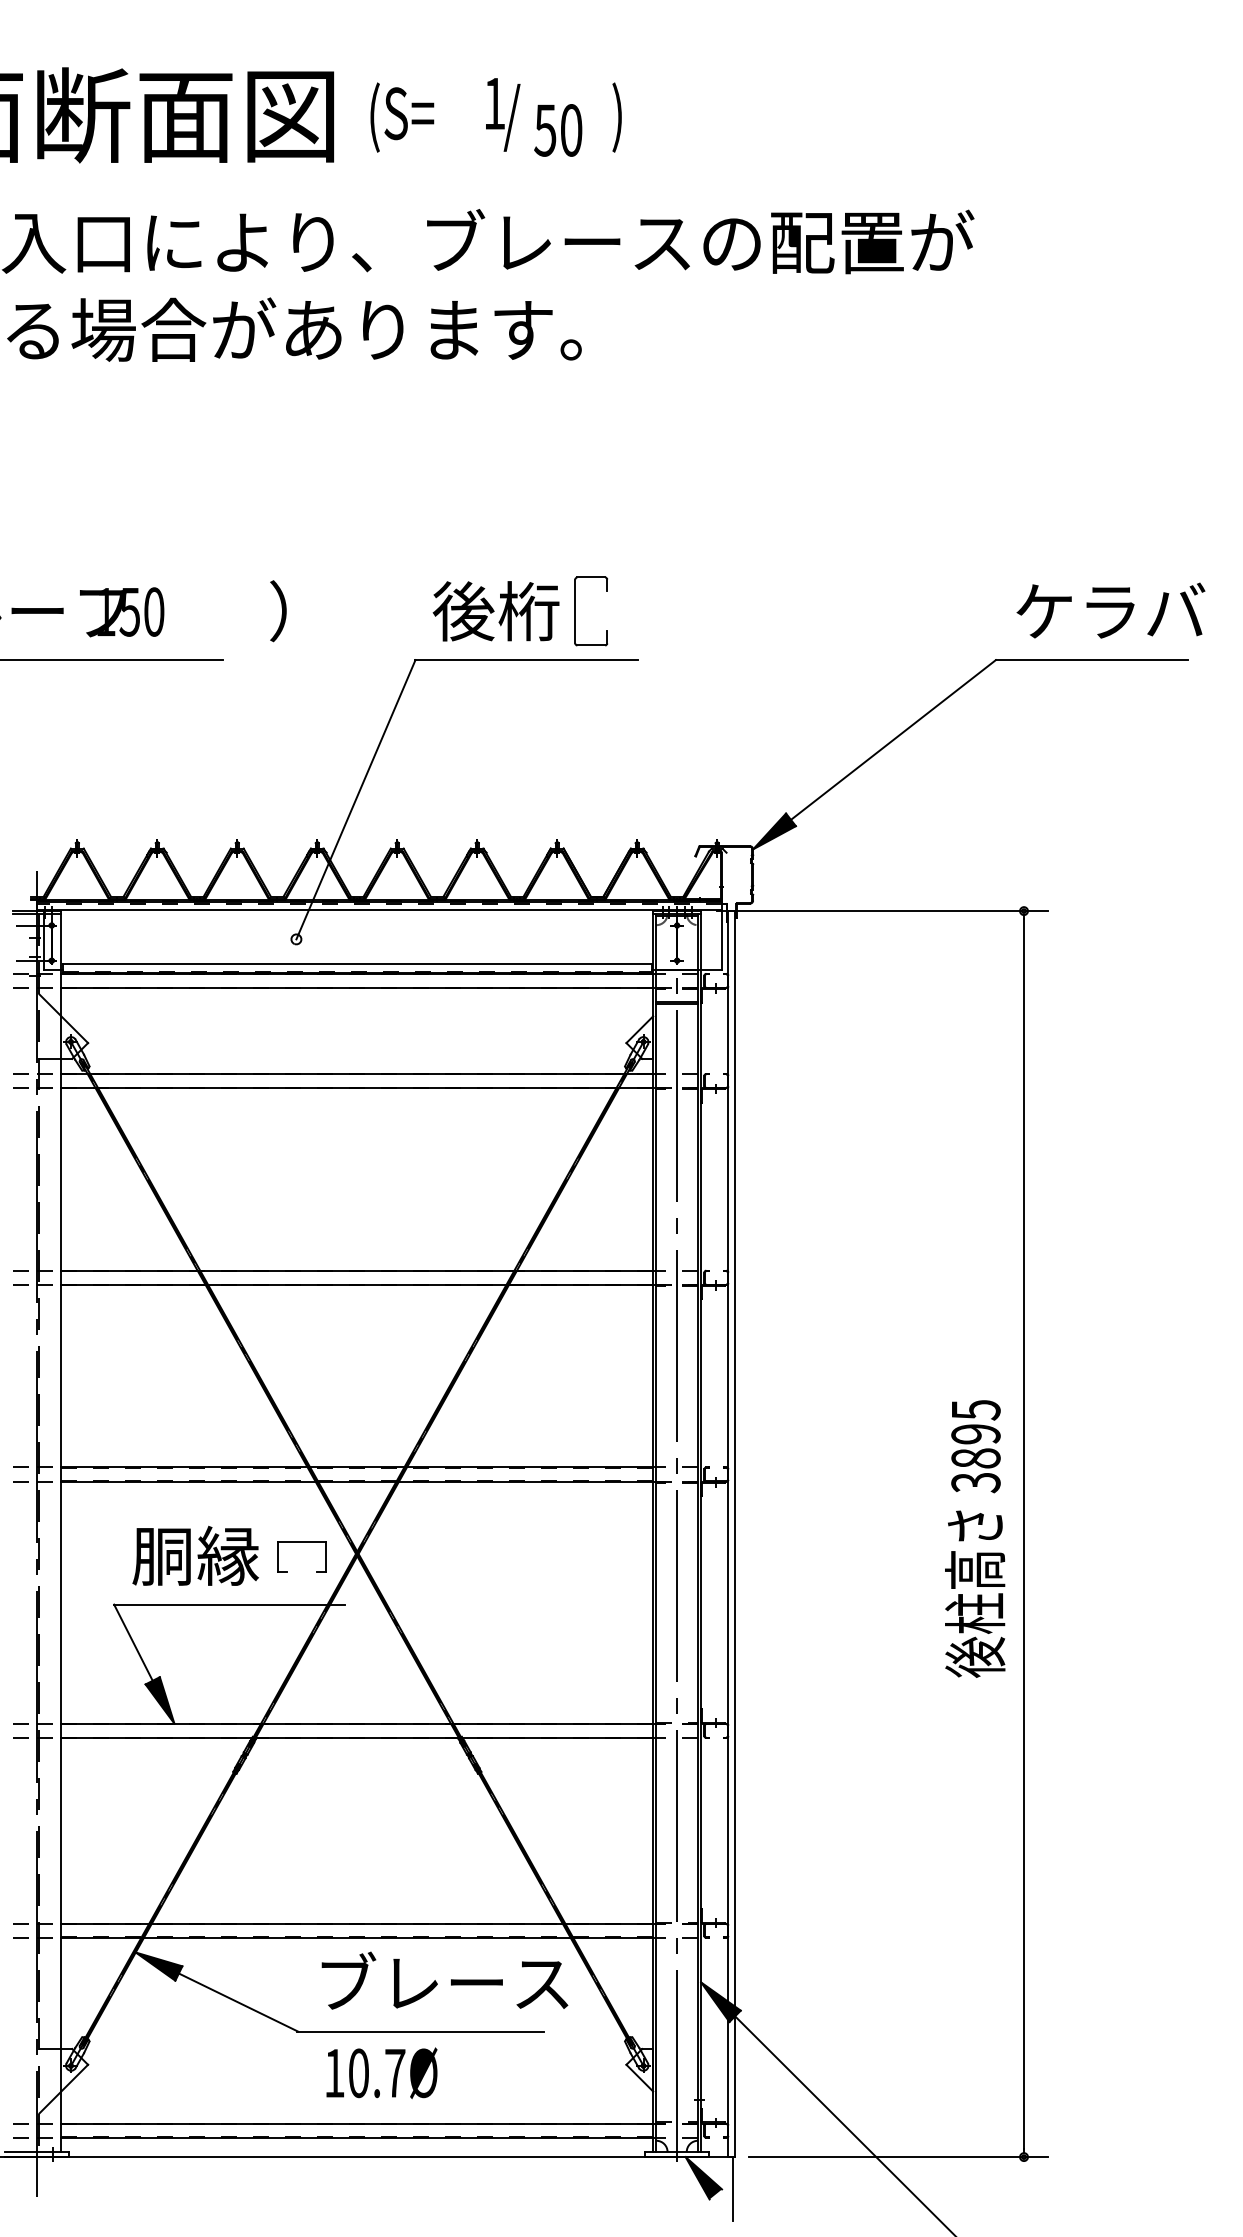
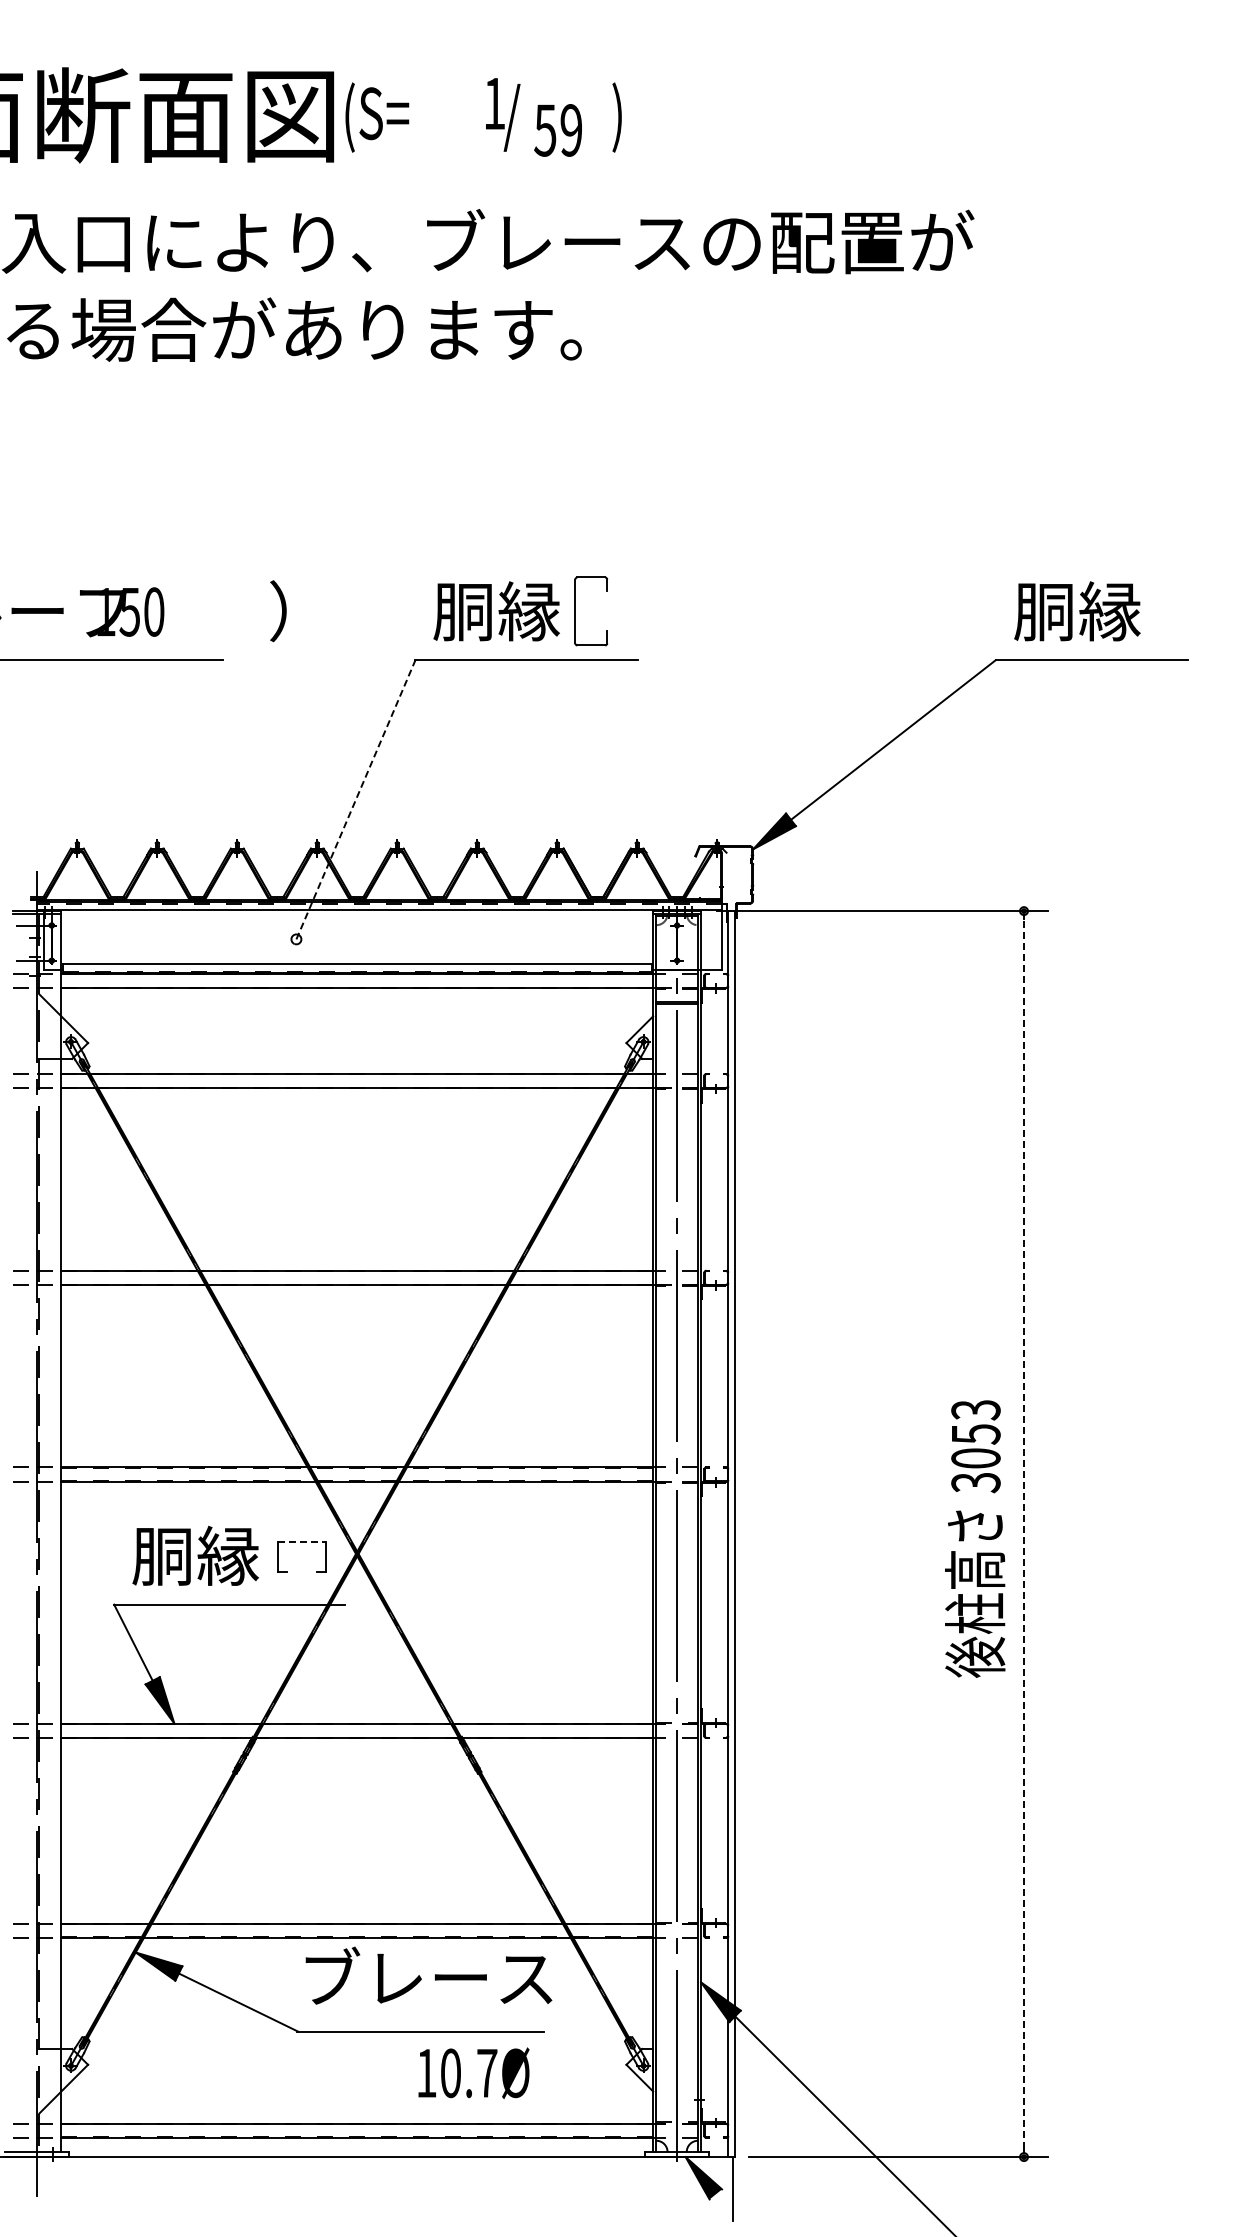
text at (402, 117) position: (402, 117) -> (377, 117)
text at (571, 130): 50 -> 59
text at (495, 611): 後桁 -> 胴縁
text at (1109, 611): ケラバ -> 胴縁
line at (355, 799): solid -> dashed
text at (975, 1434): 3895 -> 3053
line at (1024, 1534): solid -> dashed
line at (302, 1541): solid -> dashed
text at (444, 1980) position: (444, 1980) -> (428, 1975)
text at (381, 2073) position: (381, 2073) -> (473, 2073)
